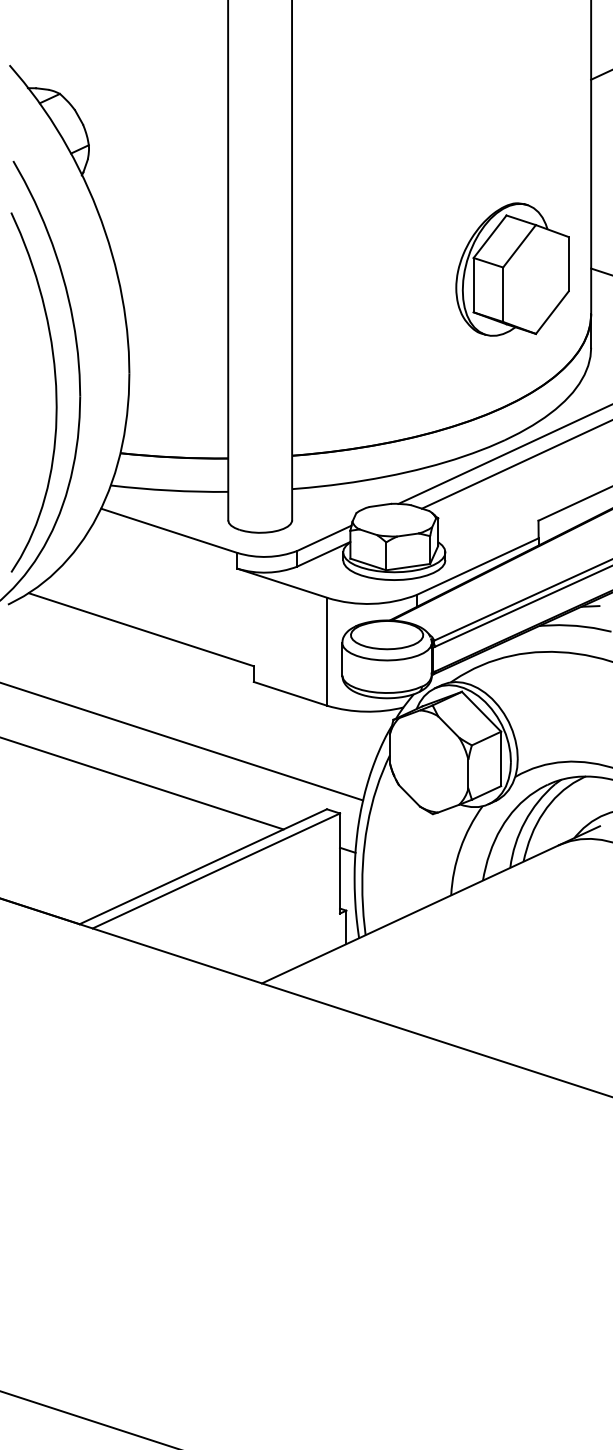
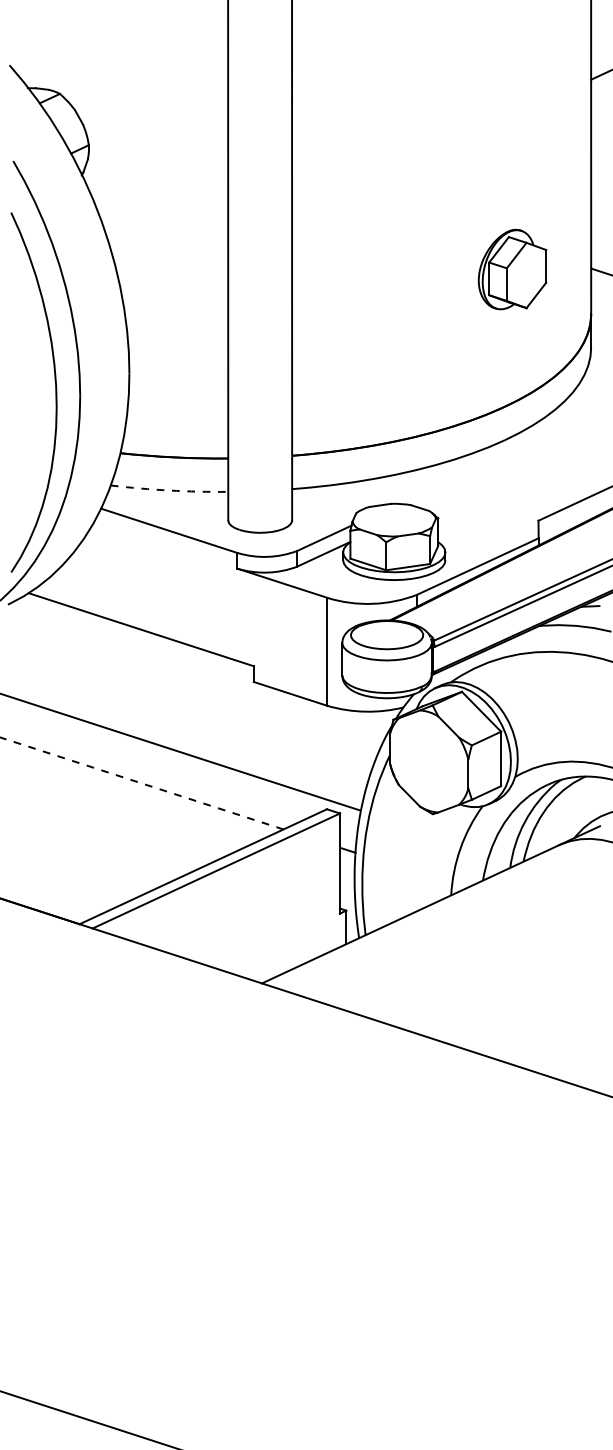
part at (512, 269) size: 115x135 px -> 71x83 px
line at (503, 454): present -> none
line at (515, 464): present -> none
arc at (169, 490): solid -> dashed
line at (182, 741) position: (182, 741) -> (181, 752)
line at (142, 783): solid -> dashed
